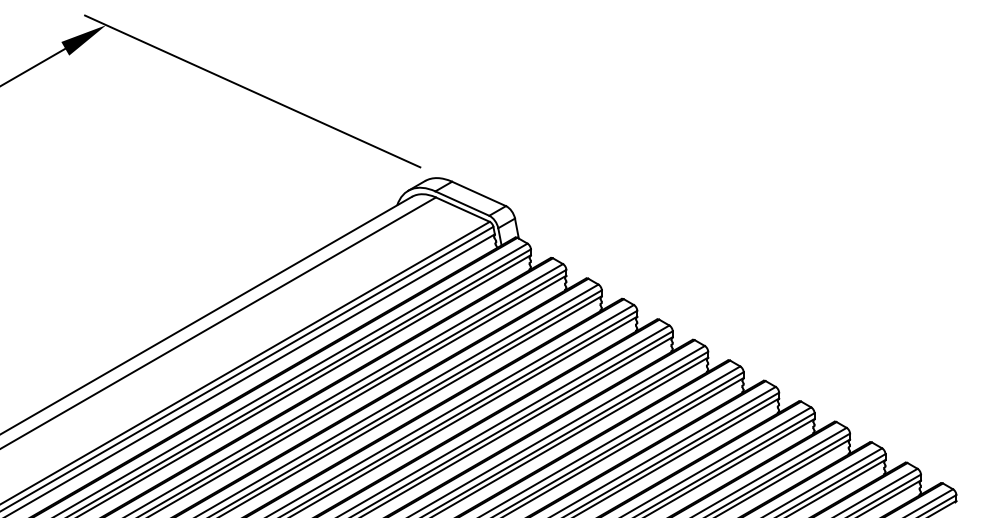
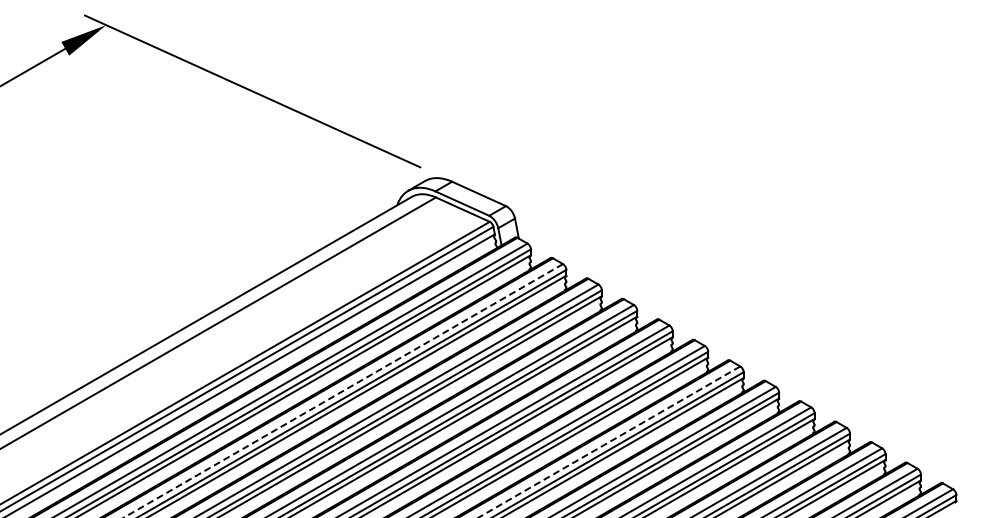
line at (343, 391): solid -> dashed
line at (608, 442): solid -> dashed
